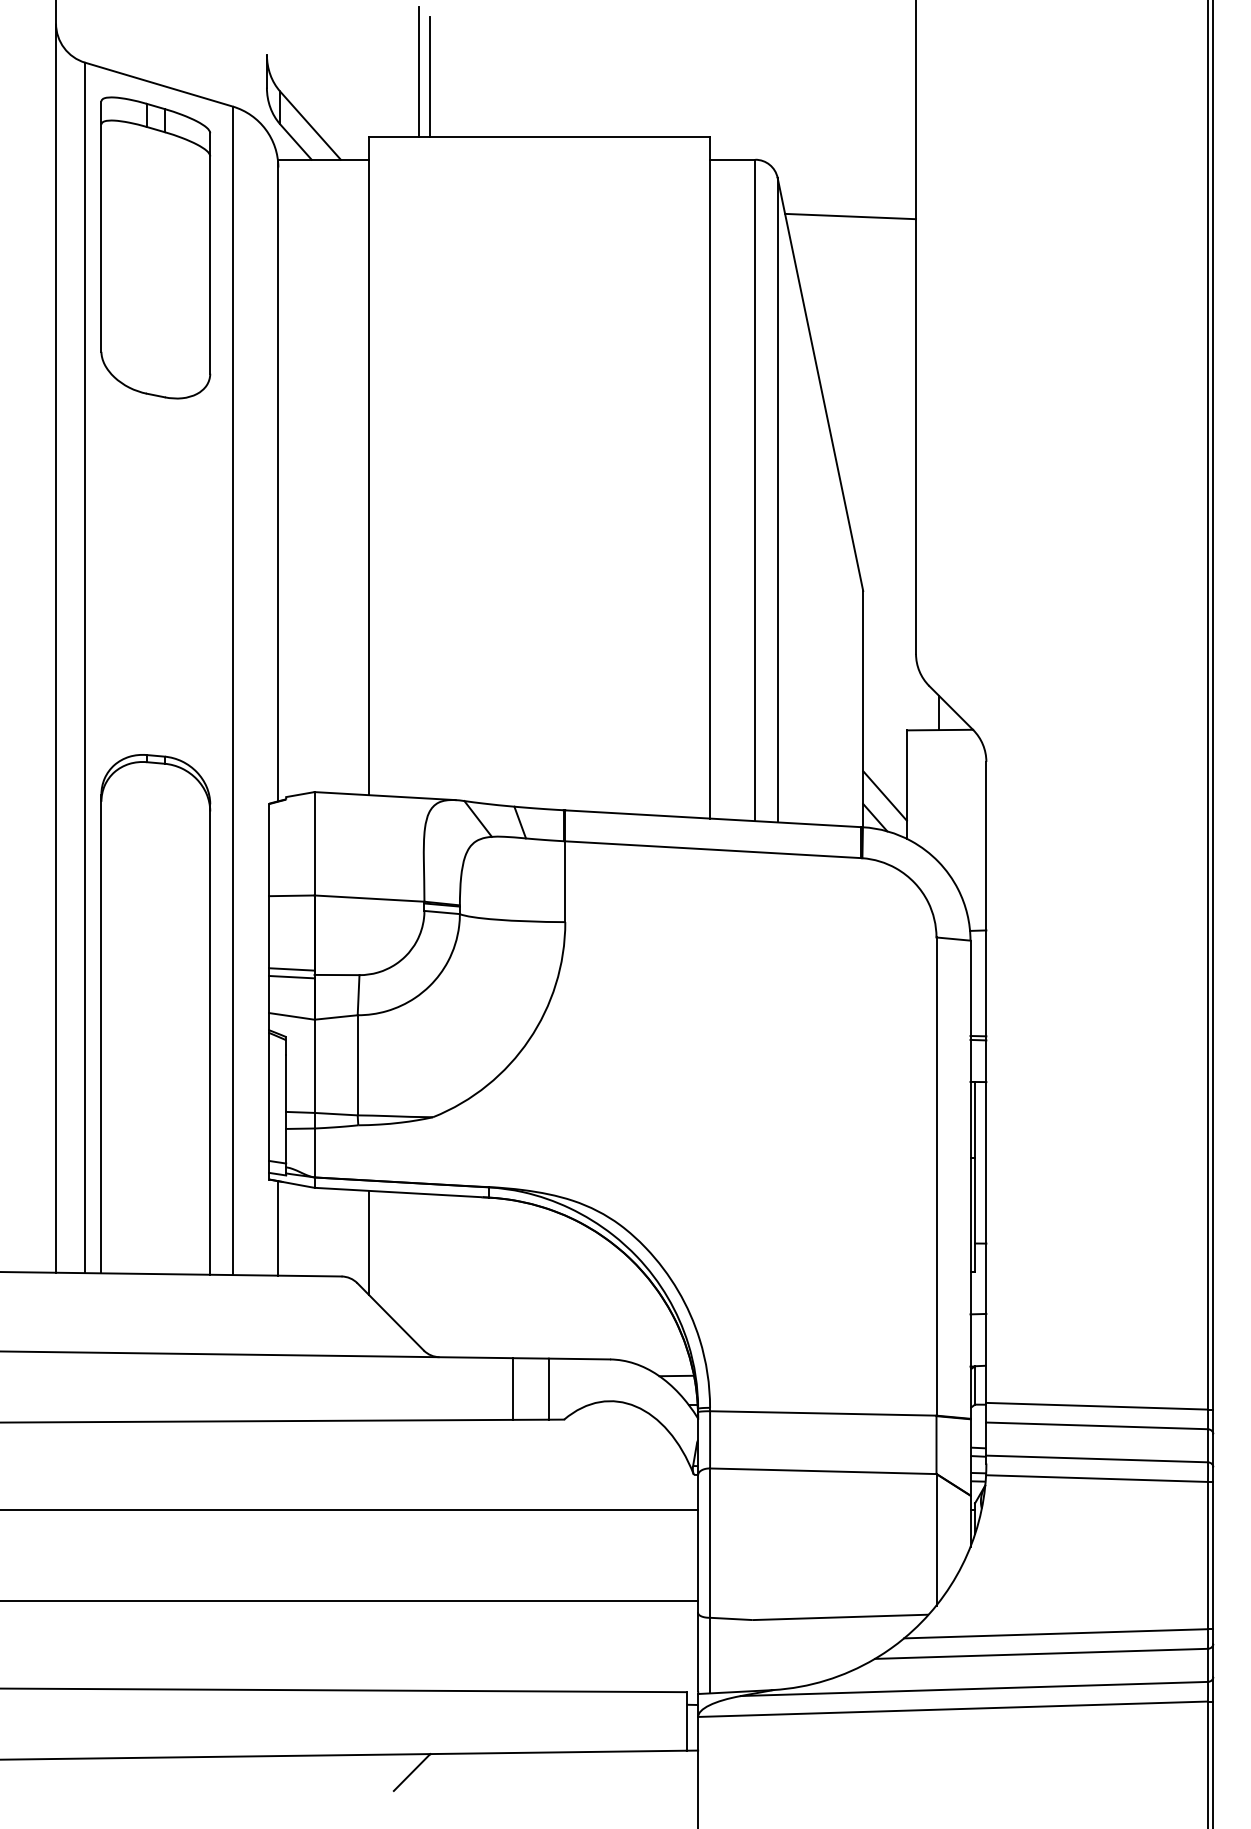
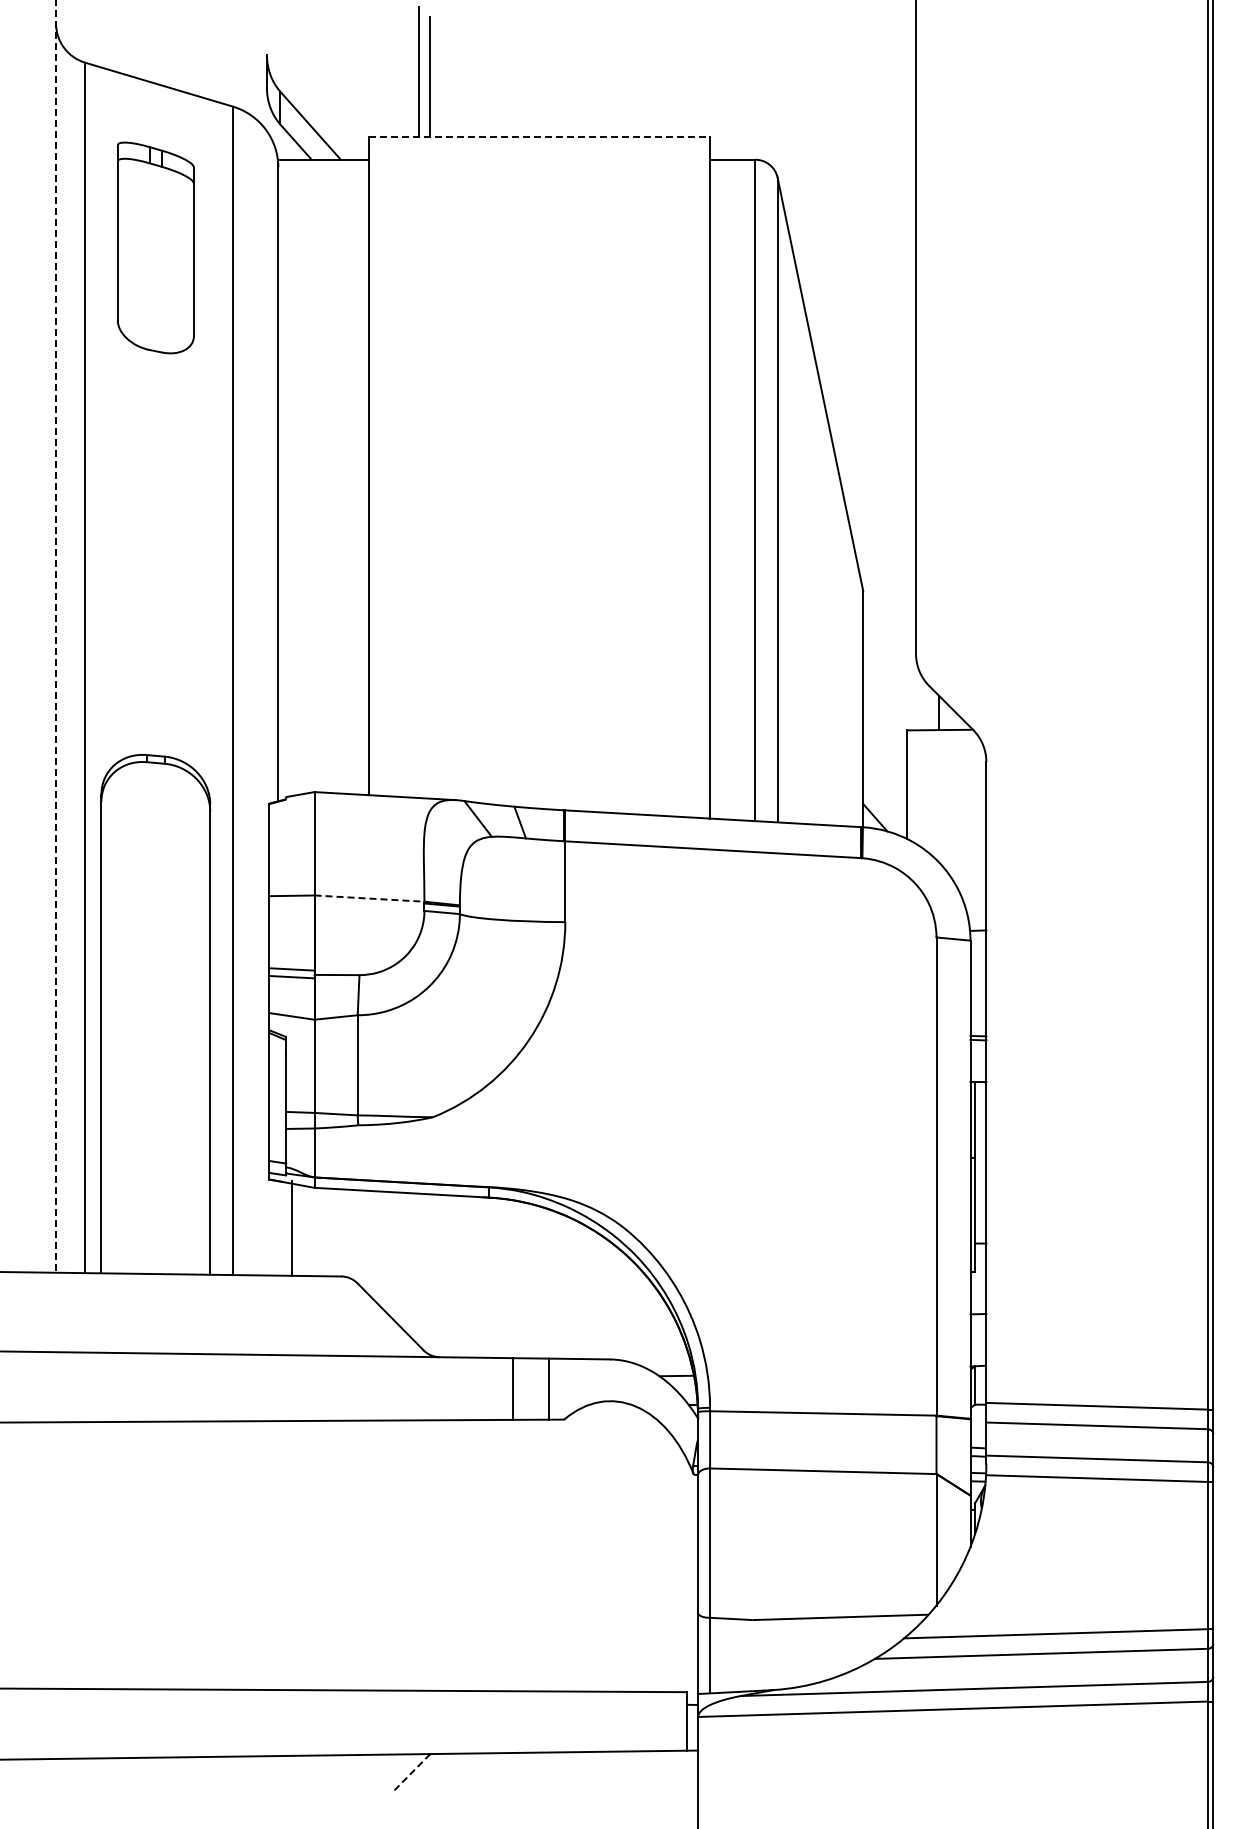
line at (539, 137): solid -> dashed
line at (850, 216): present -> none
part at (155, 247) size: 112x304 px -> 79x214 px
line at (56, 637): solid -> dashed
line at (884, 795): present -> none
line at (370, 898): solid -> dashed
line at (278, 1228) position: (278, 1228) -> (292, 1228)
line at (369, 1242): present -> none
line at (350, 1510): present -> none
line at (350, 1600): present -> none
line at (412, 1772): solid -> dashed
